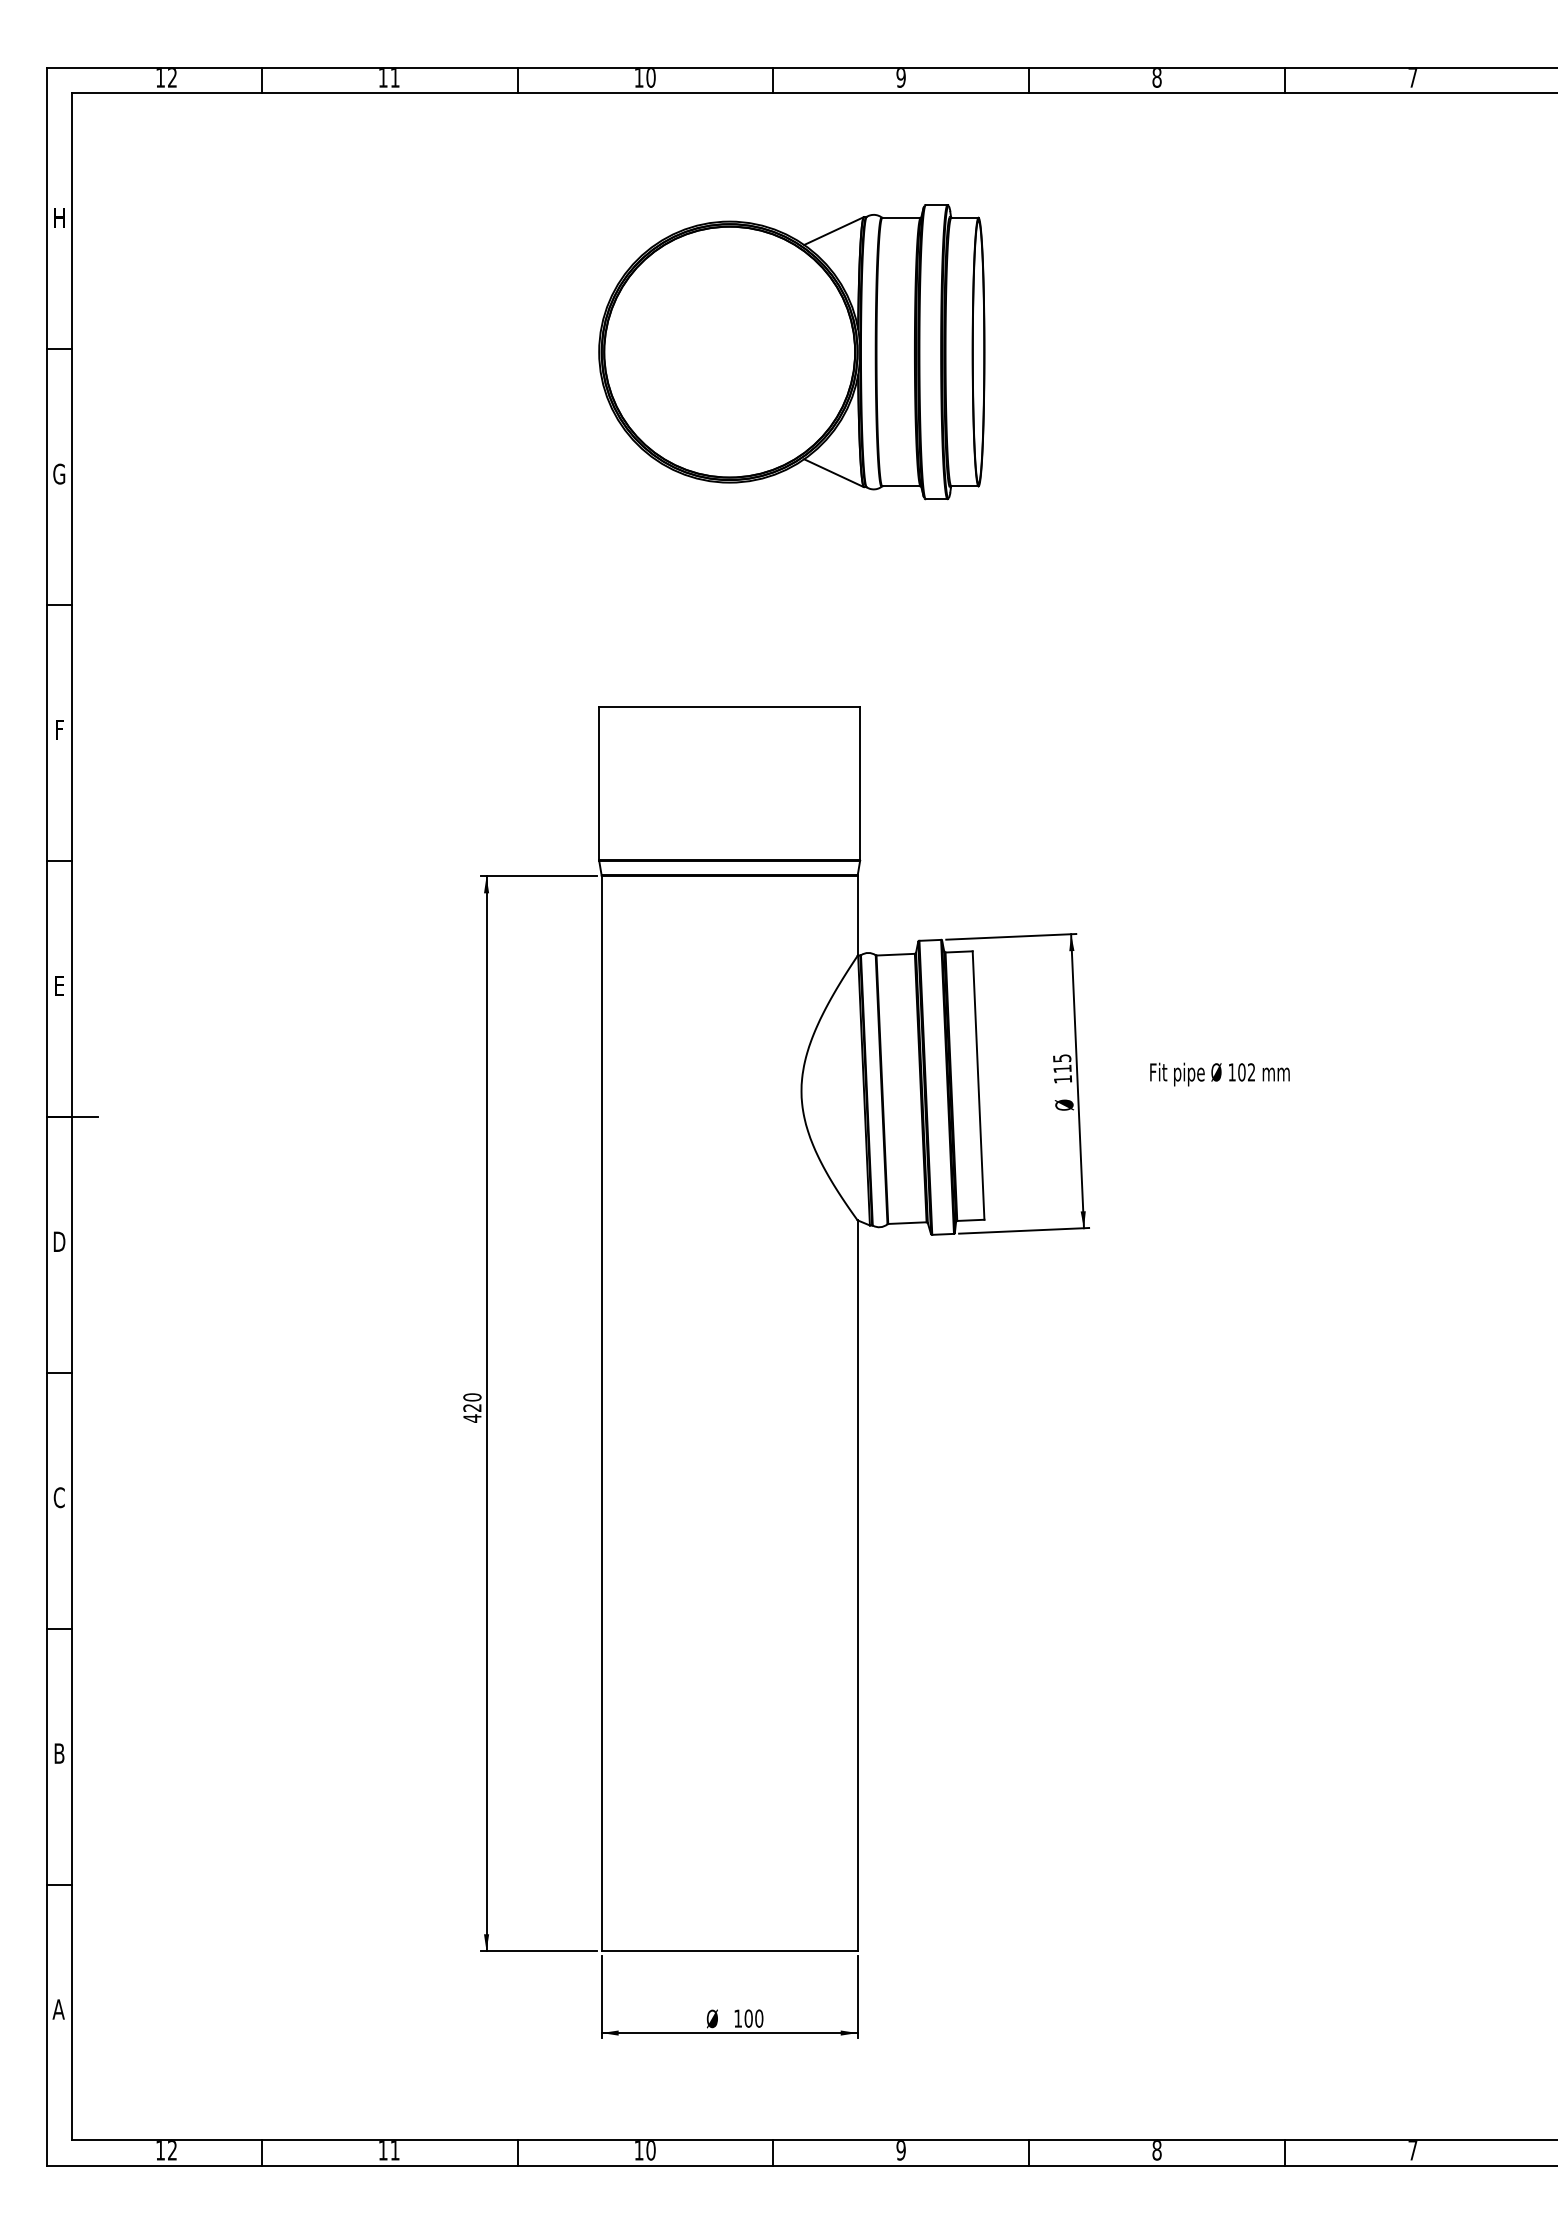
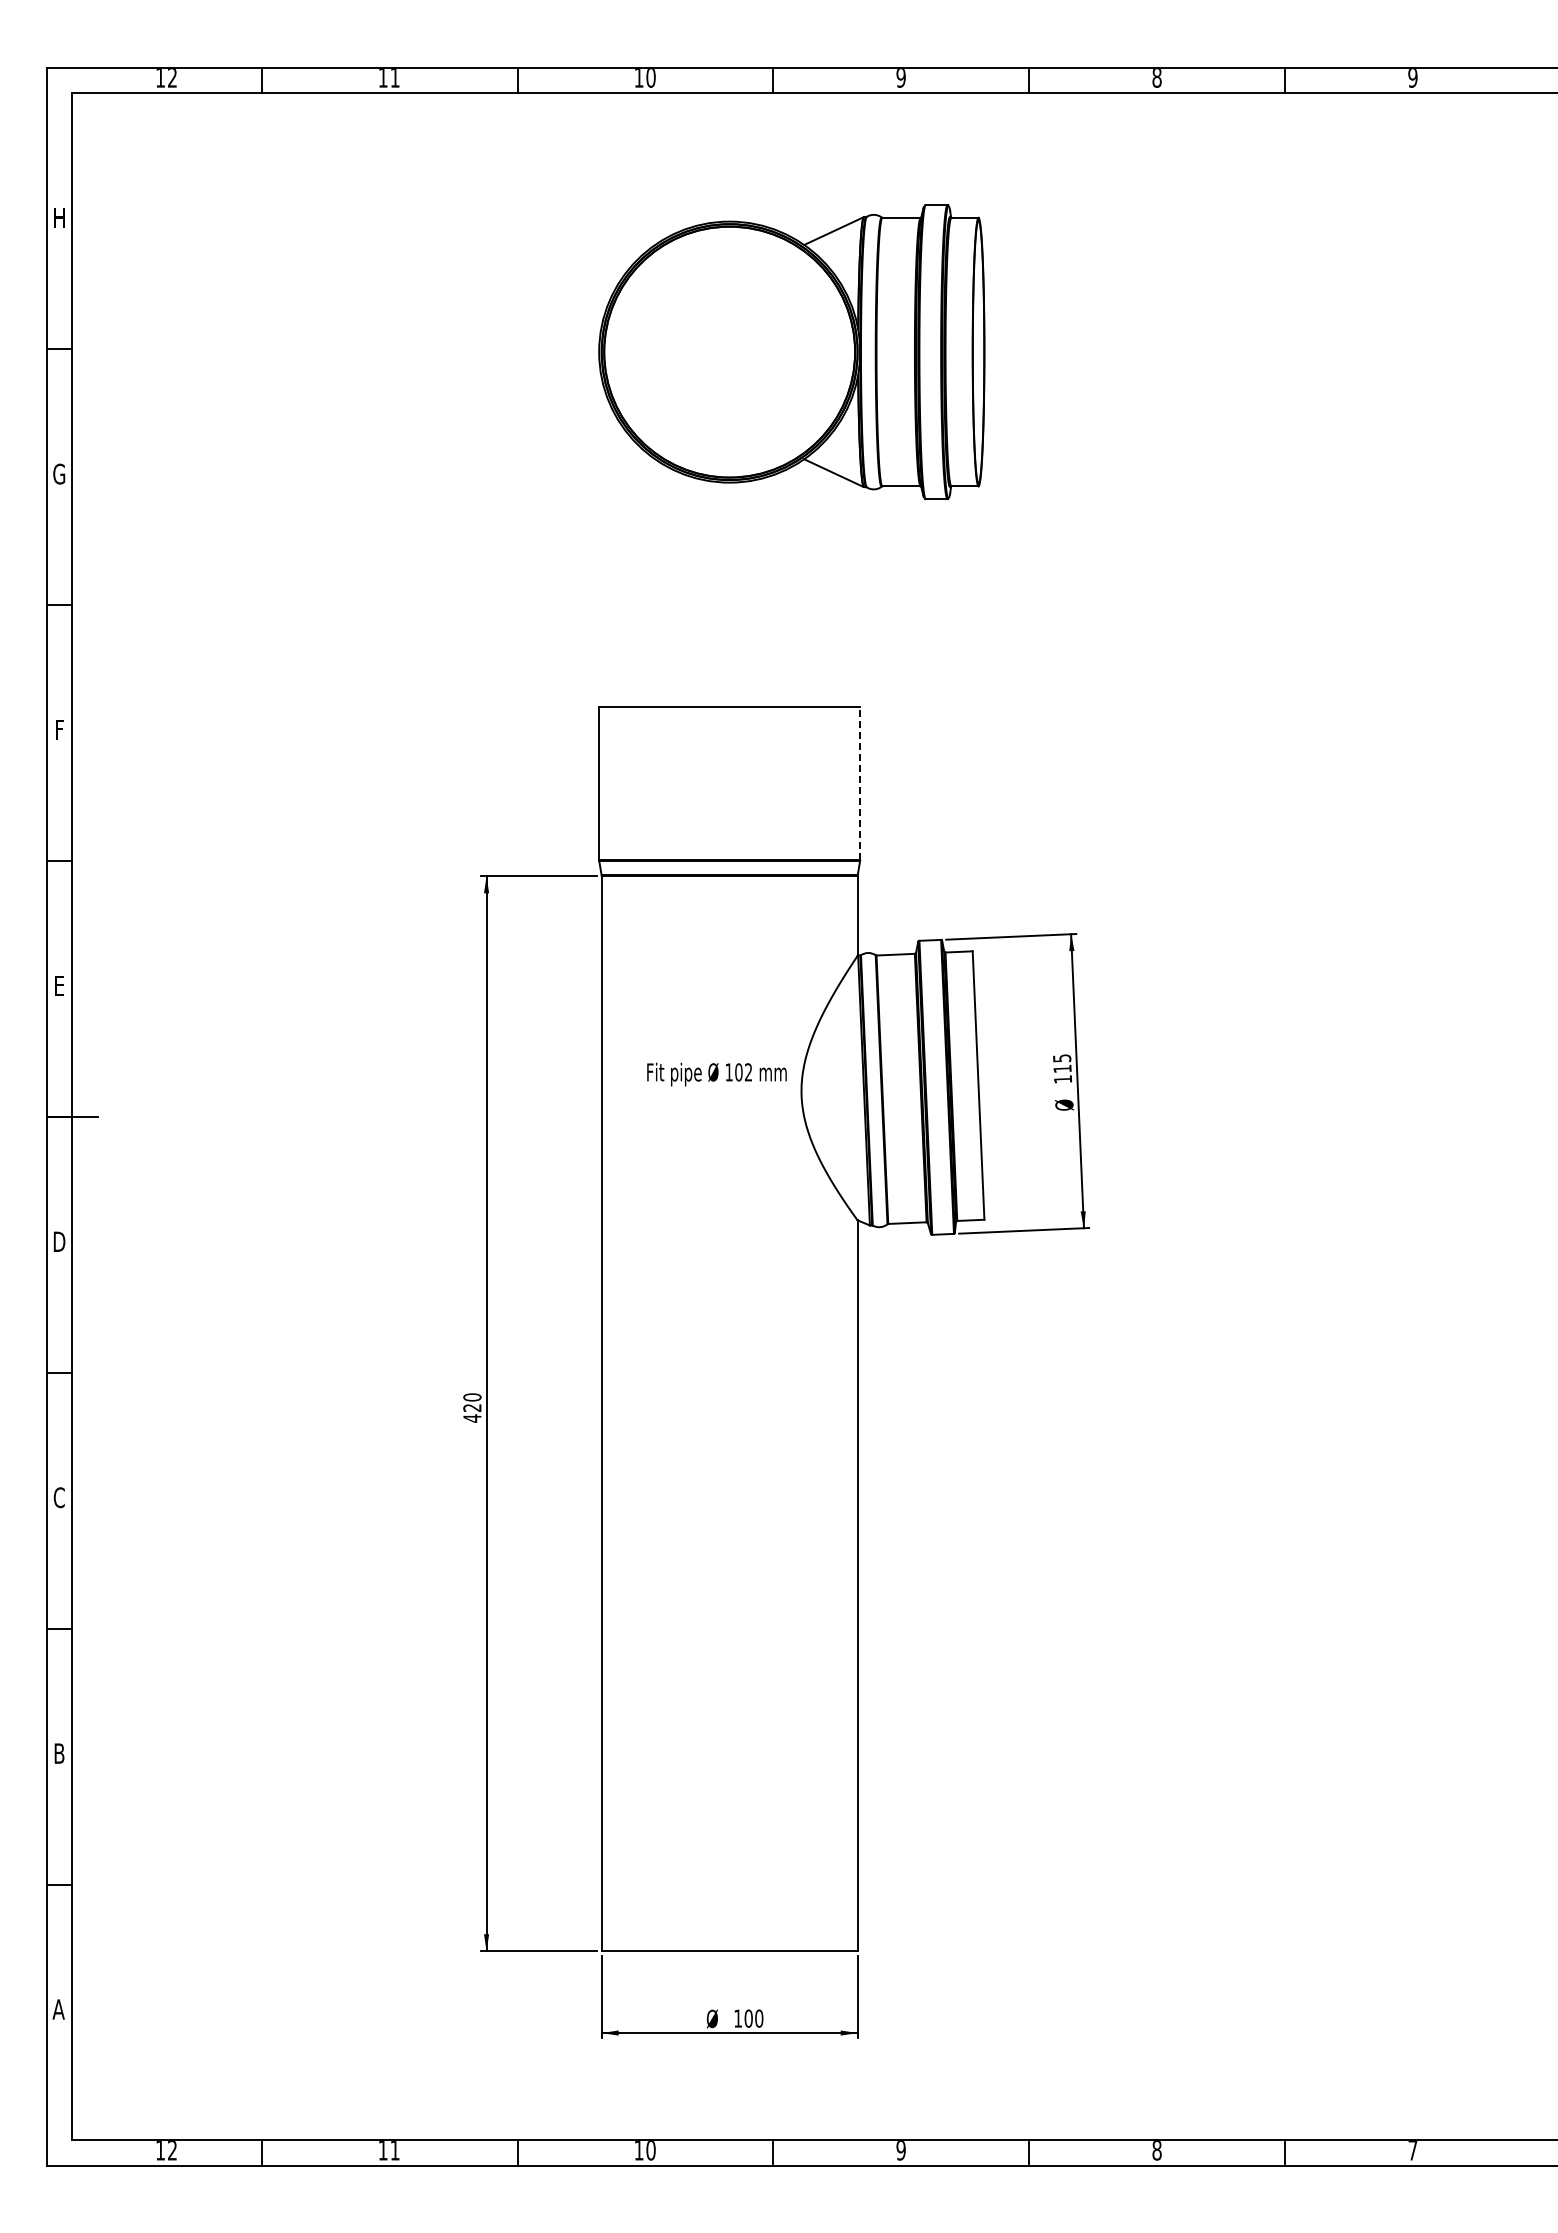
text at (1412, 78): 7 -> 9
line at (860, 783): solid -> dashed
text at (1219, 1074) position: (1219, 1074) -> (716, 1074)
